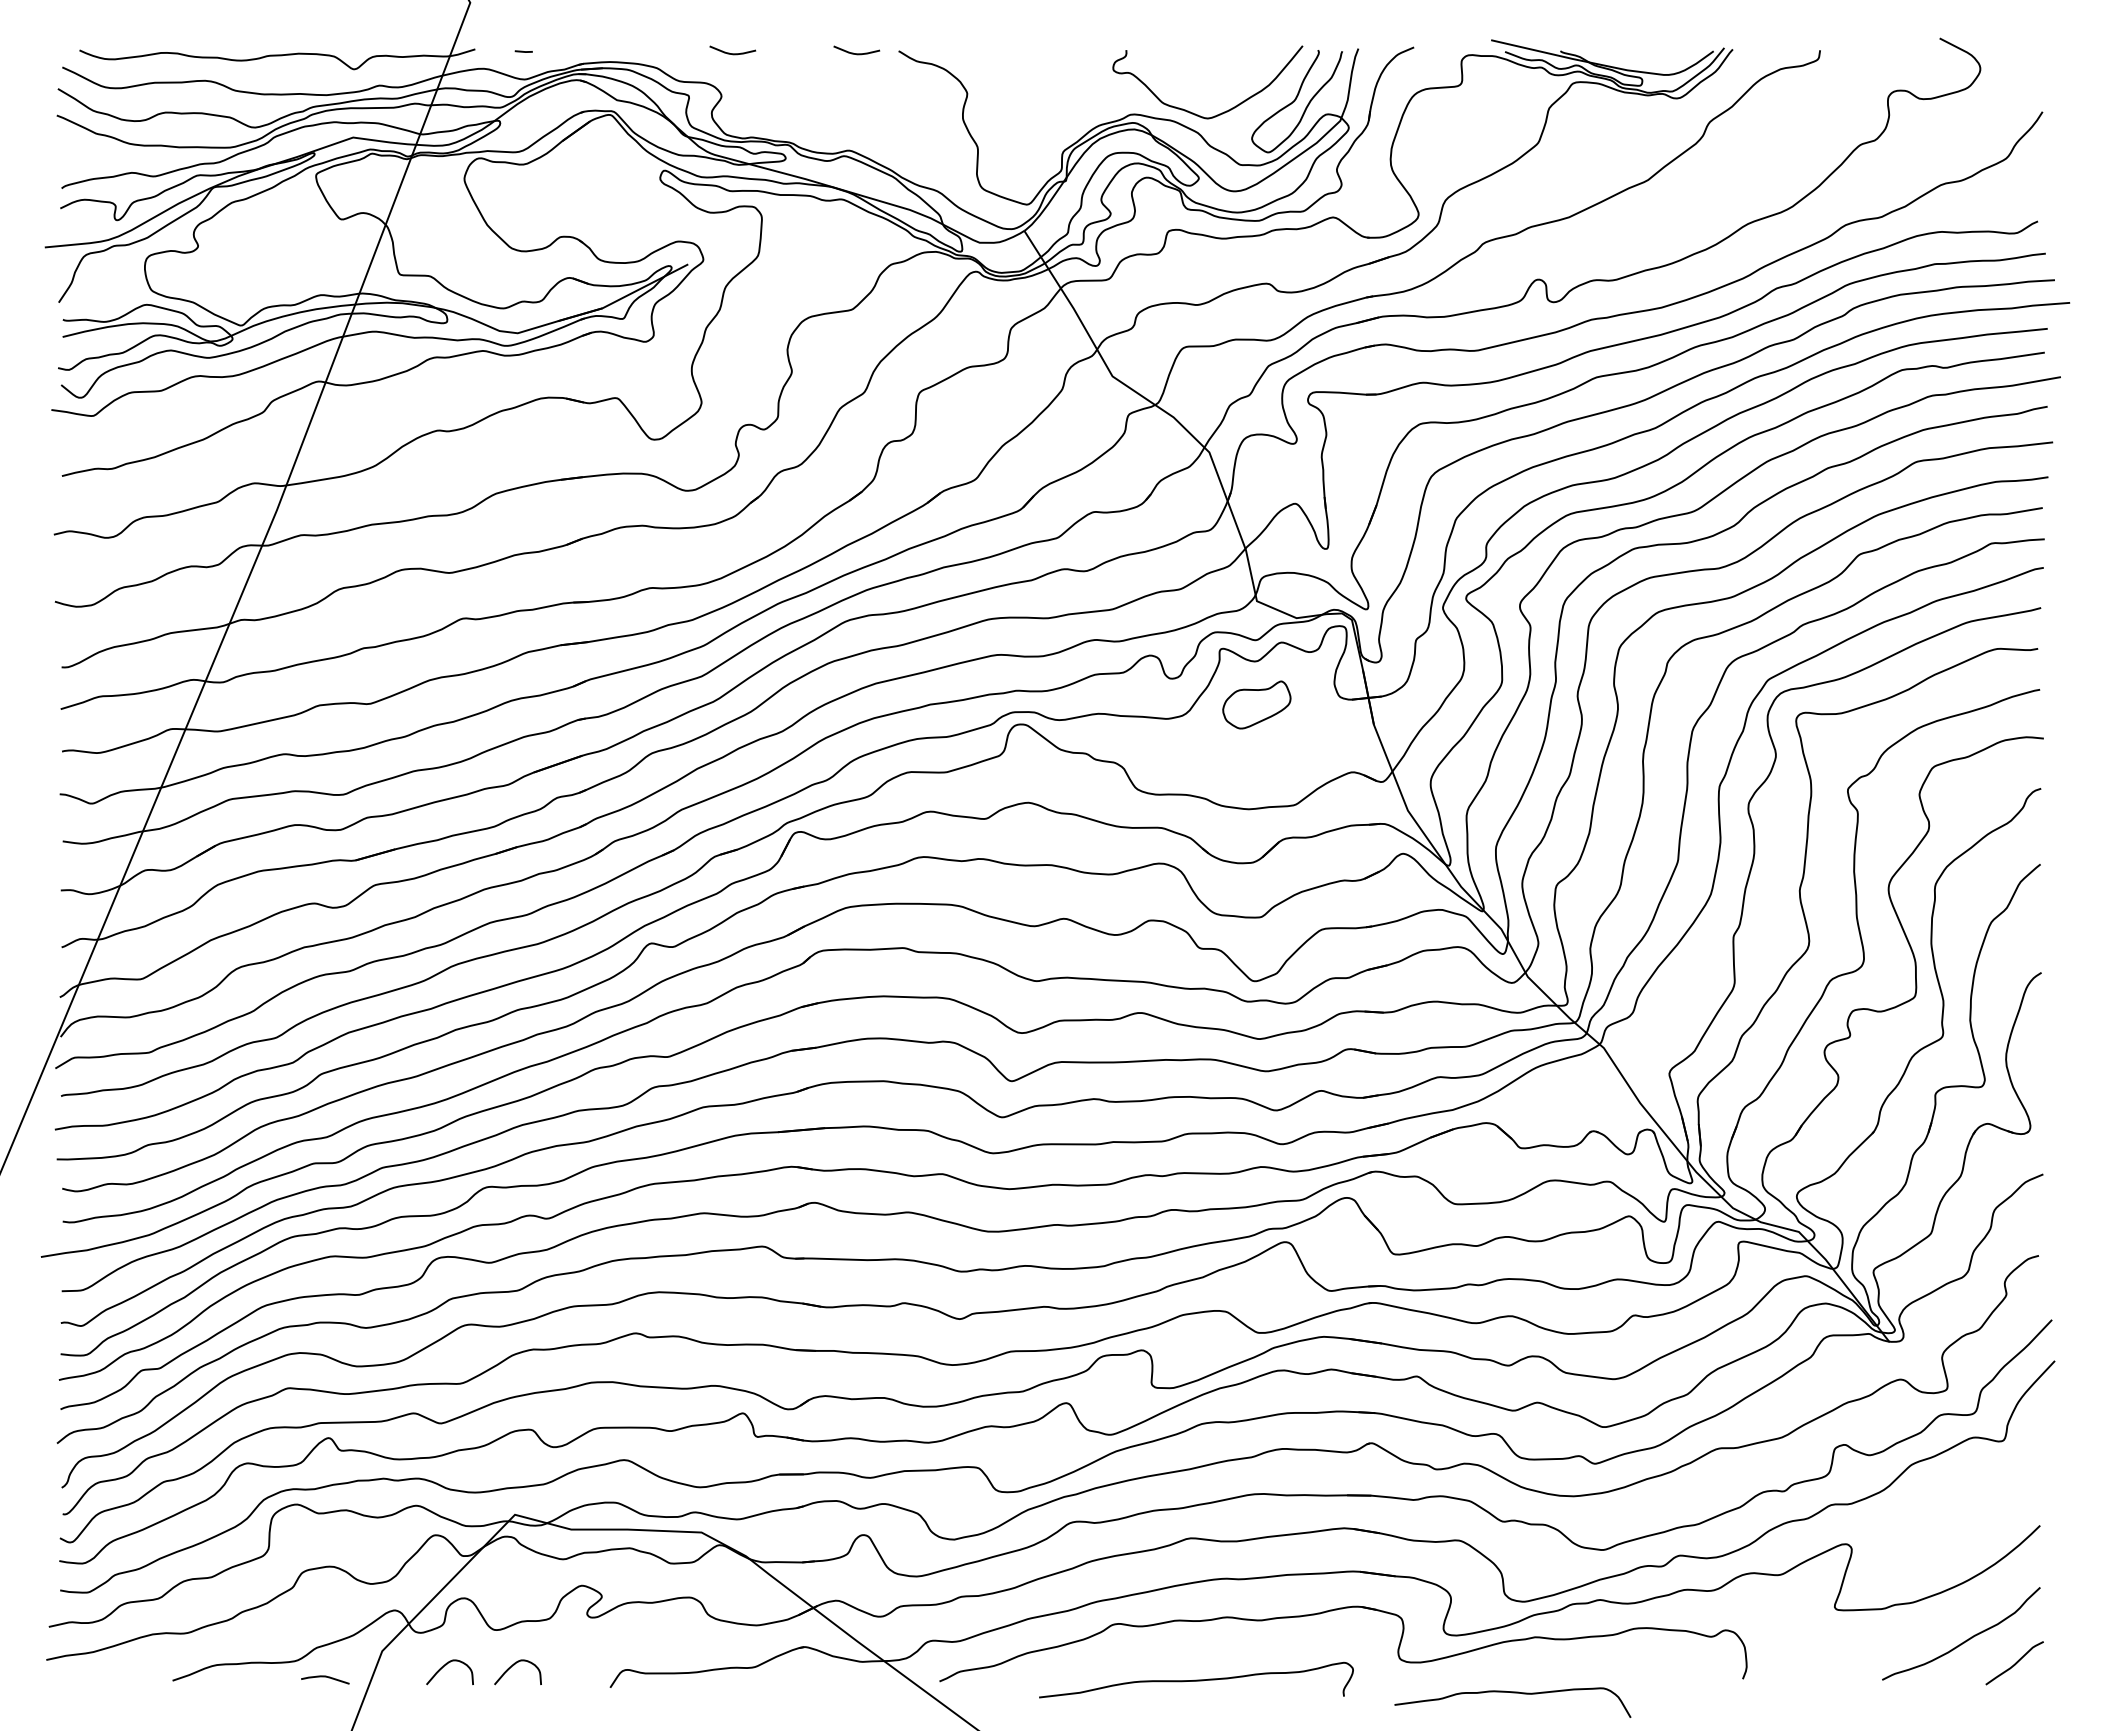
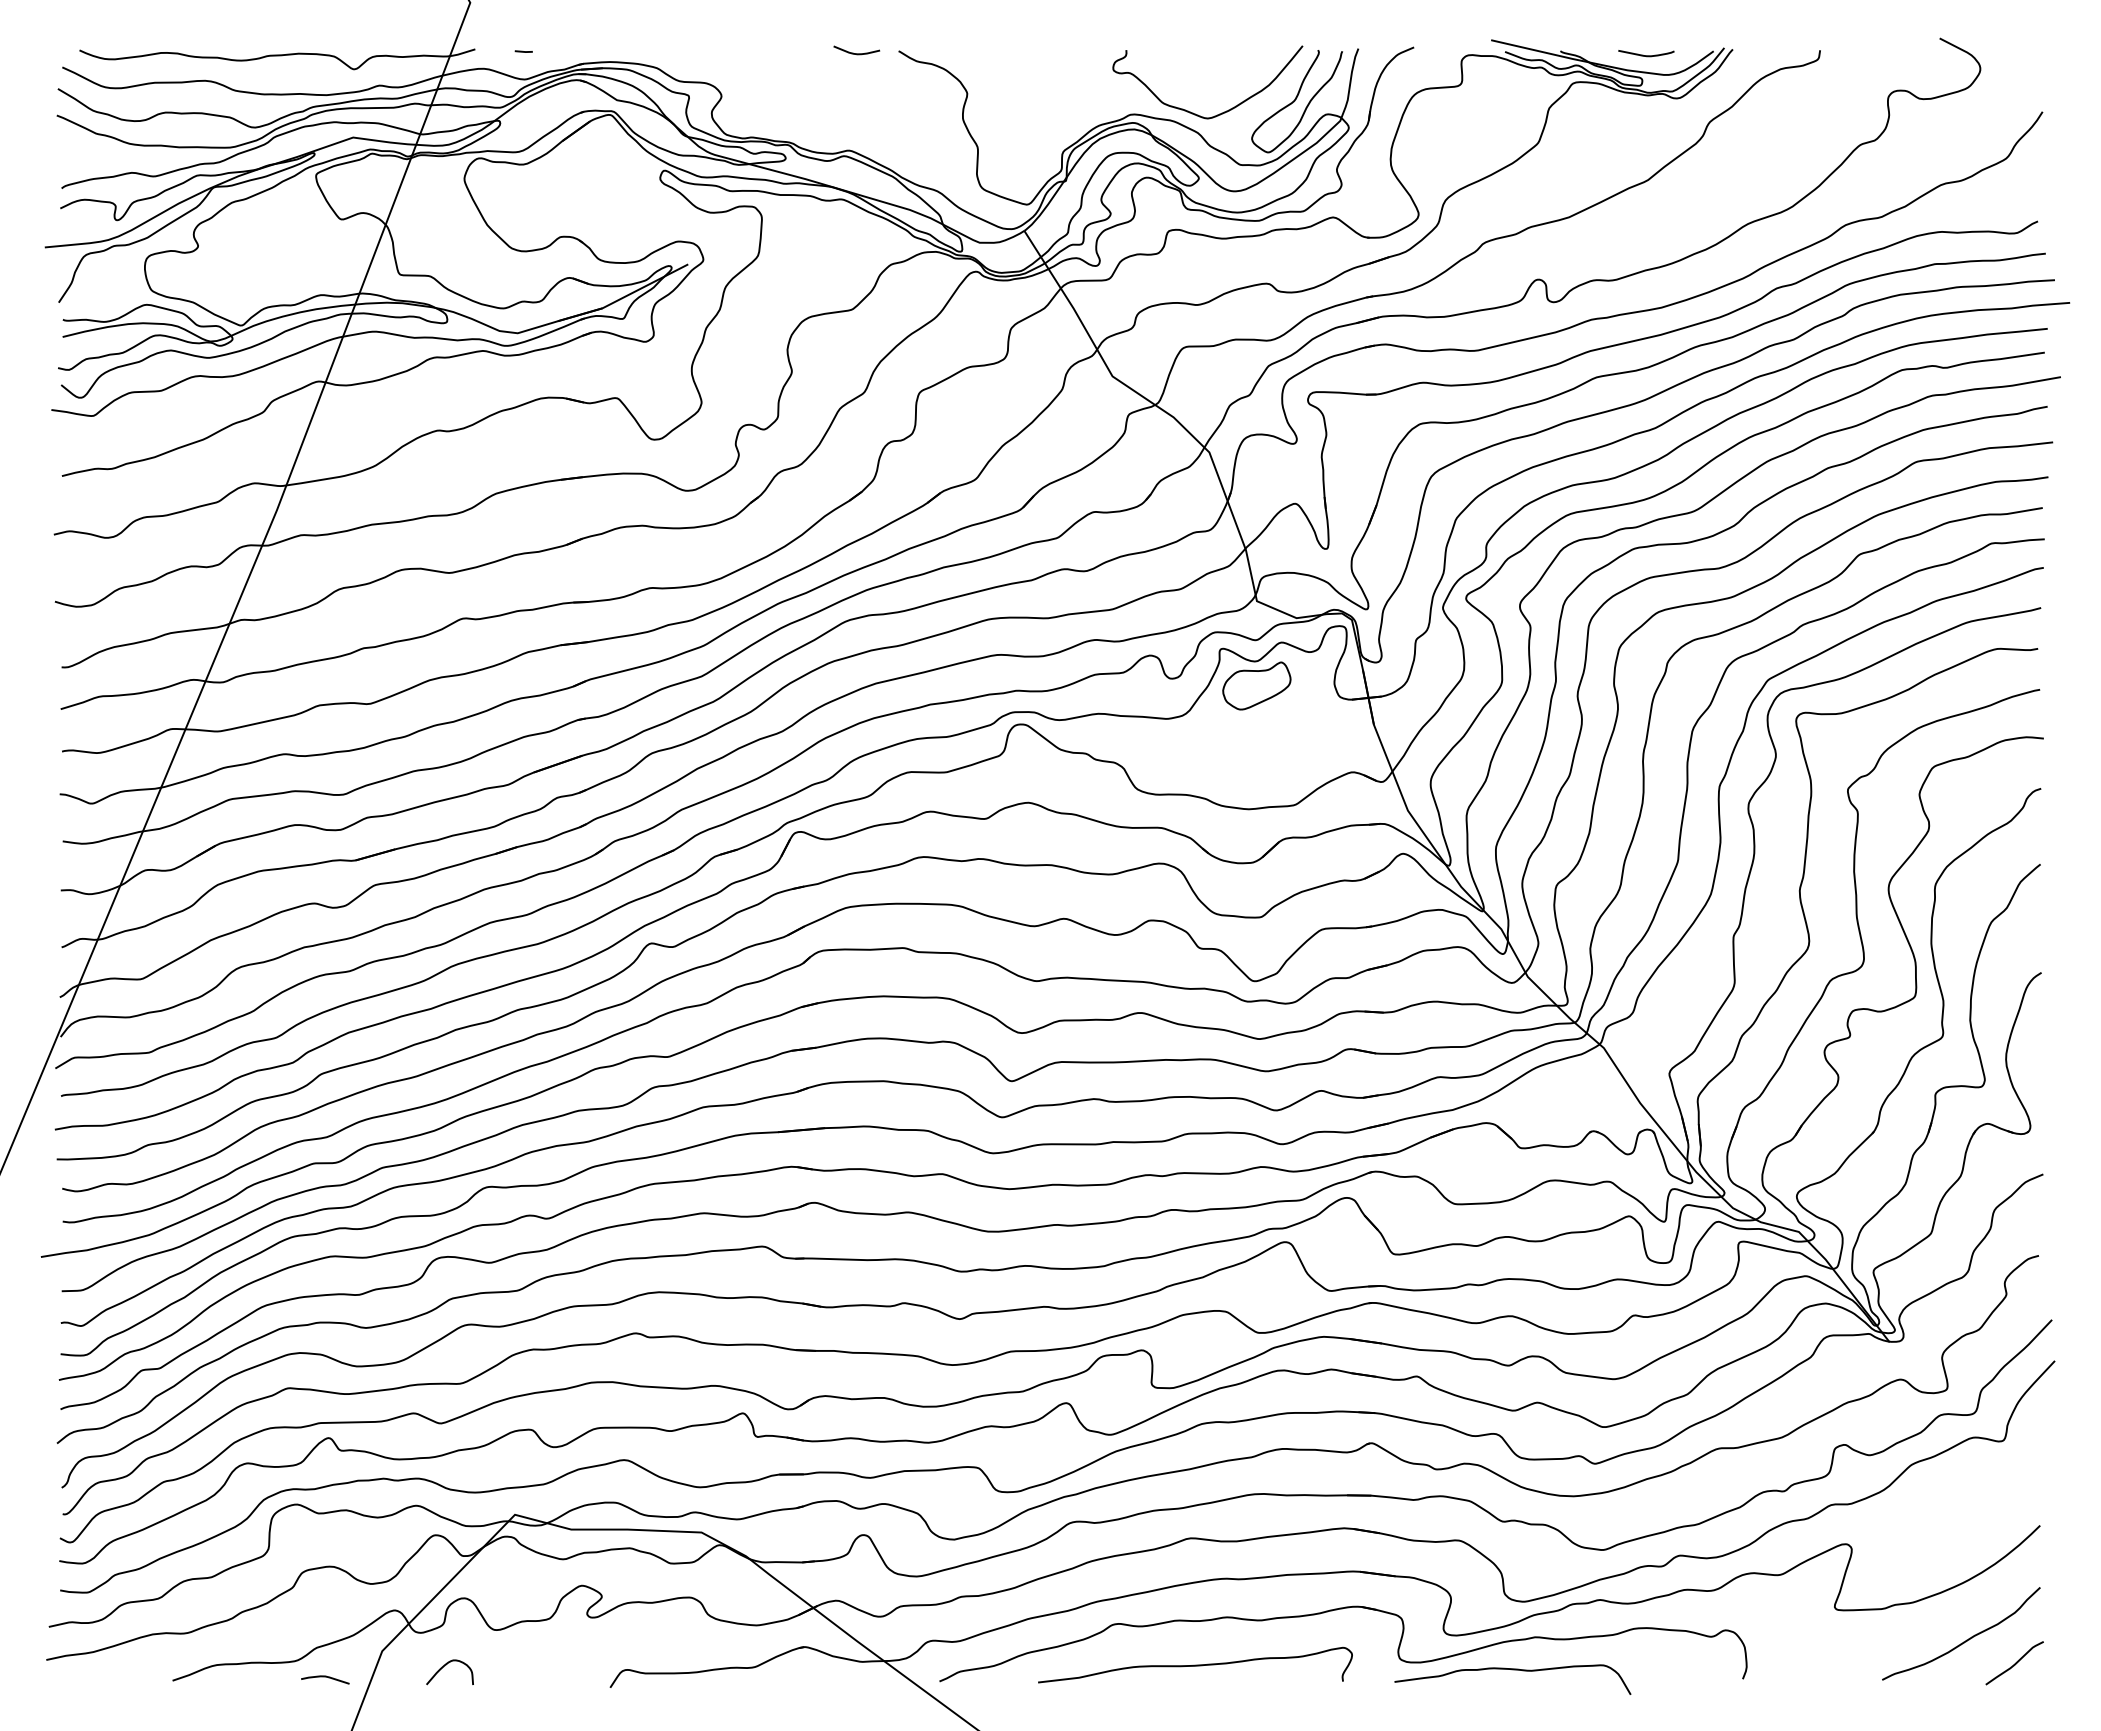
curve at (732, 53): present -> none
curve at (1646, 55): none -> present
part at (1256, 704) position: (1256, 704) -> (1256, 685)
curve at (514, 1665): present -> none
curve at (1196, 1679) position: (1196, 1679) -> (1195, 1664)
curve at (1512, 1693) position: (1512, 1693) -> (1512, 1670)
